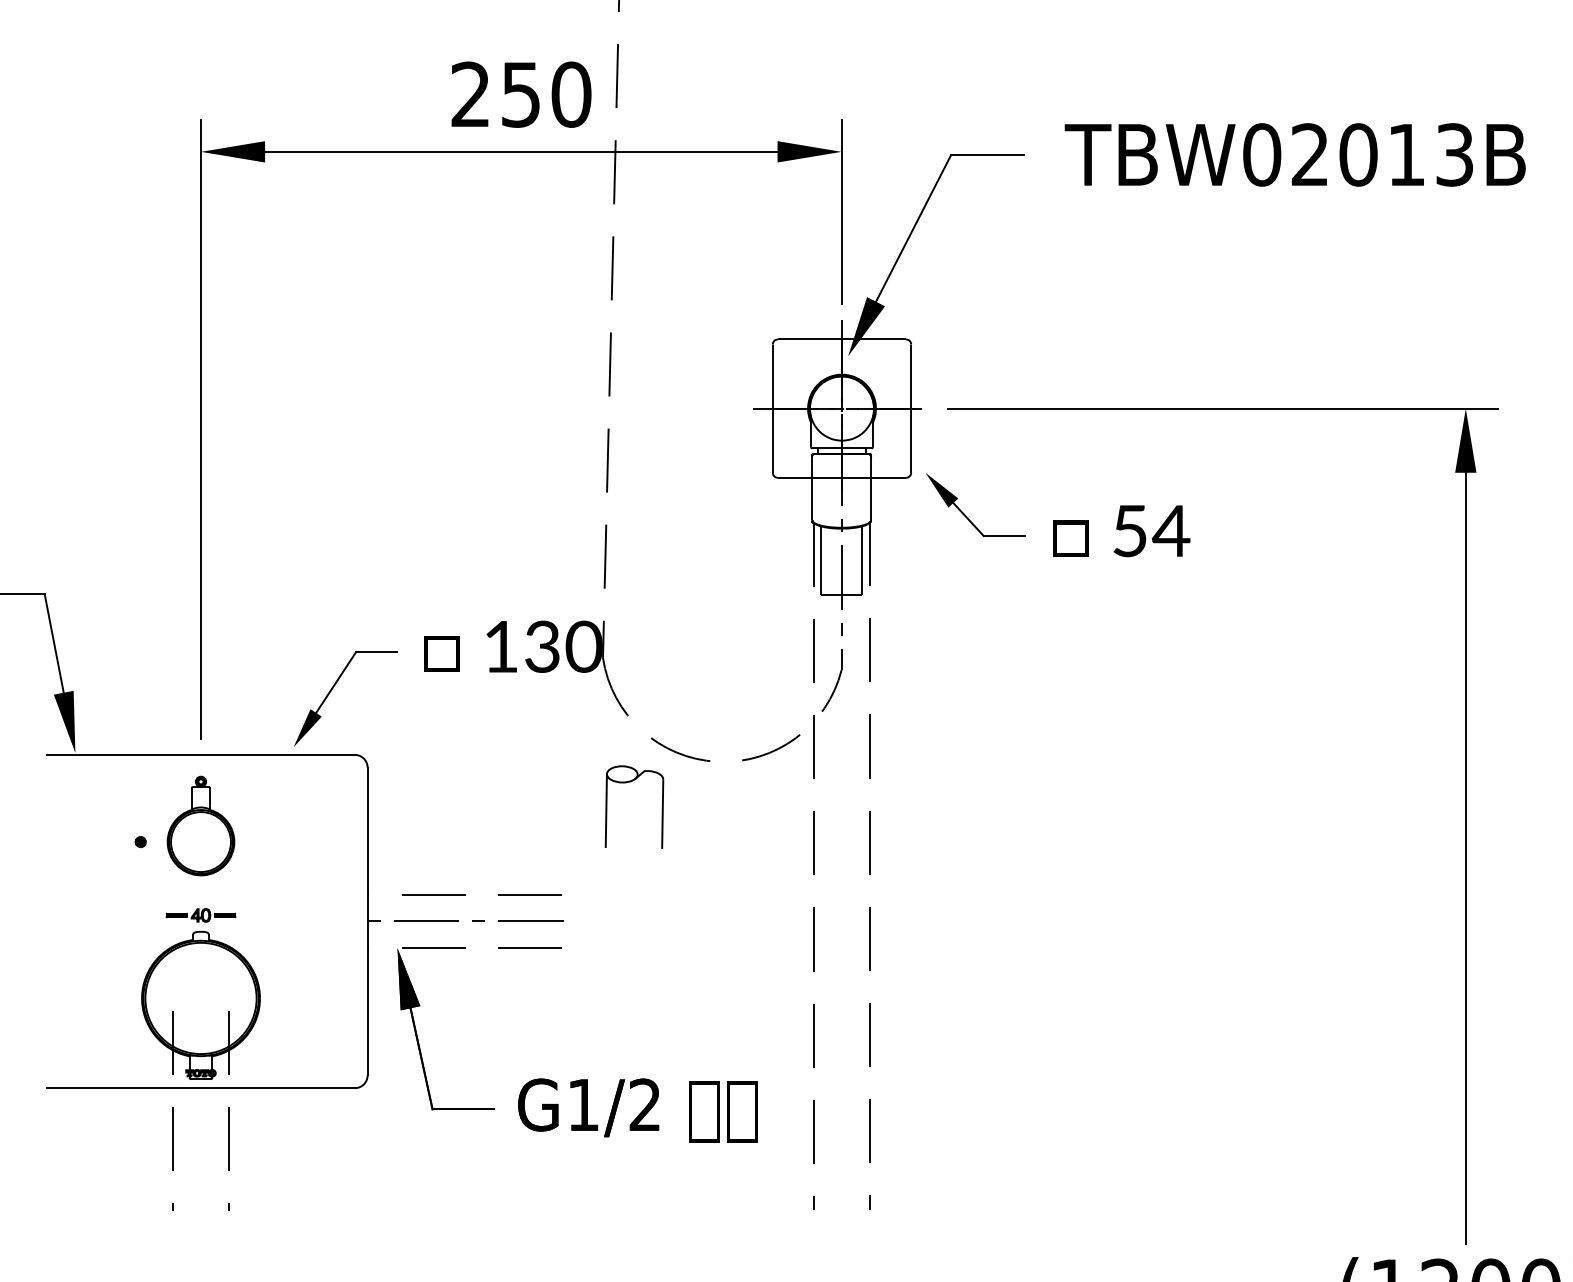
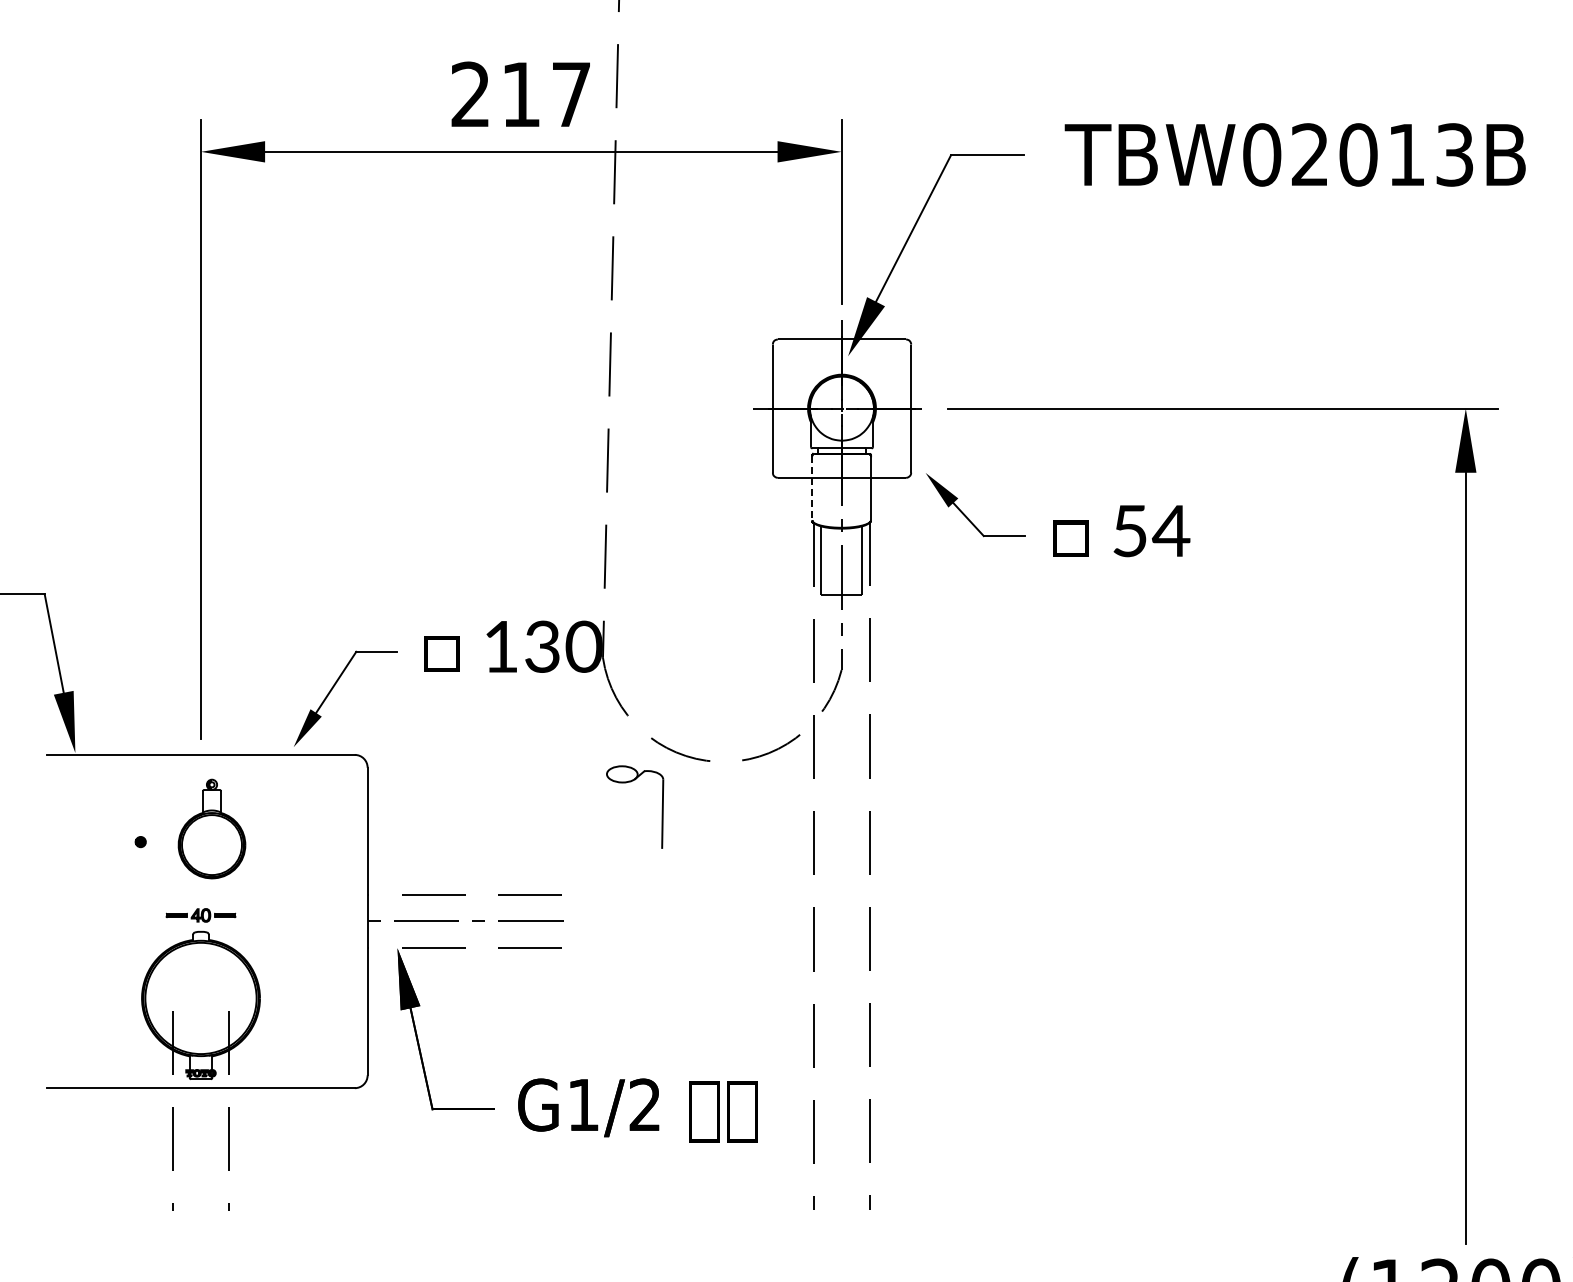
text at (546, 94): 250 -> 217
line at (812, 488): solid -> dashed
line at (605, 810): present -> none
part at (200, 825) position: (200, 825) -> (211, 828)
